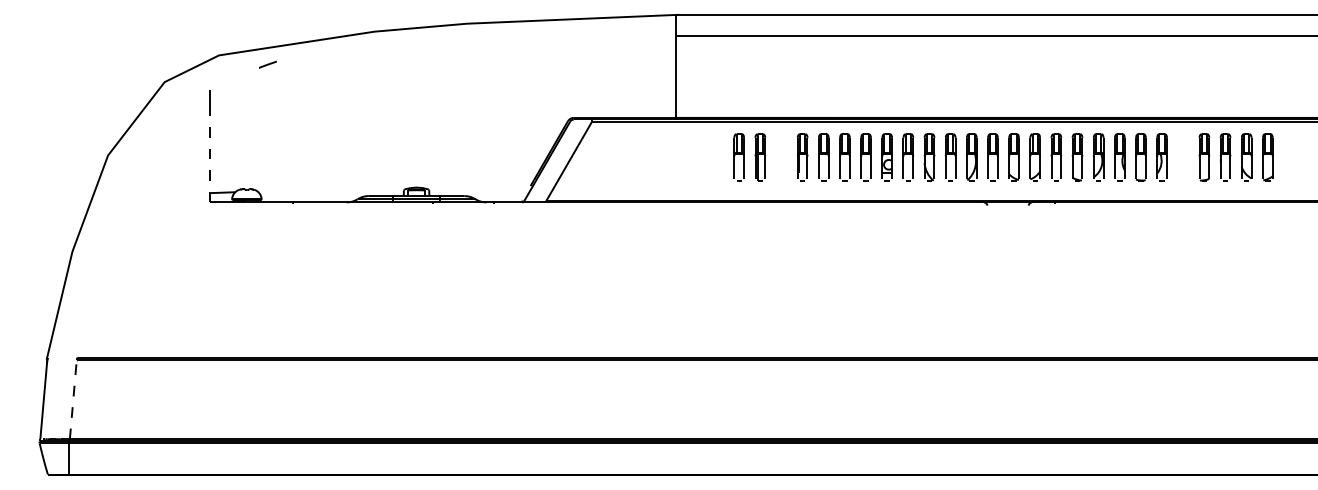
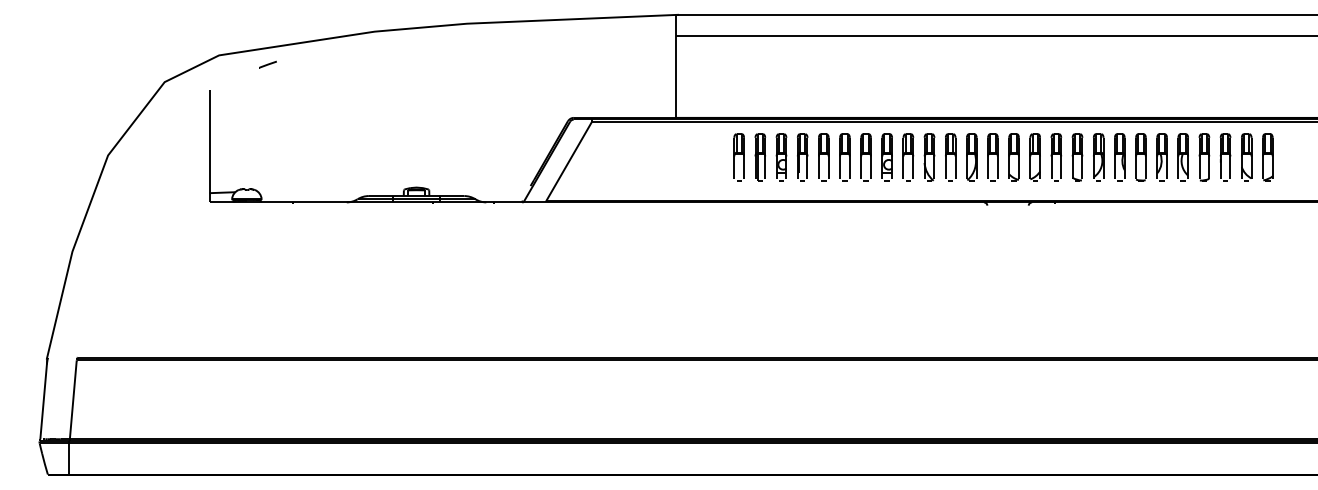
line at (209, 154): dashed -> solid
part at (781, 157): none -> present
part at (1182, 157): none -> present
line at (73, 399): dashed -> solid
